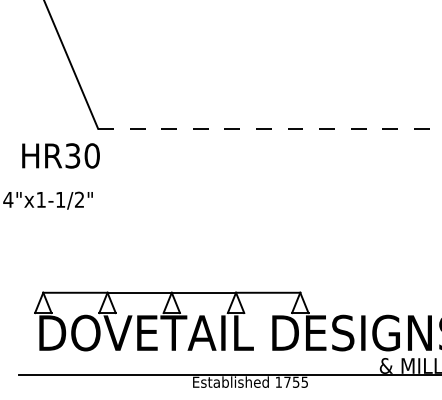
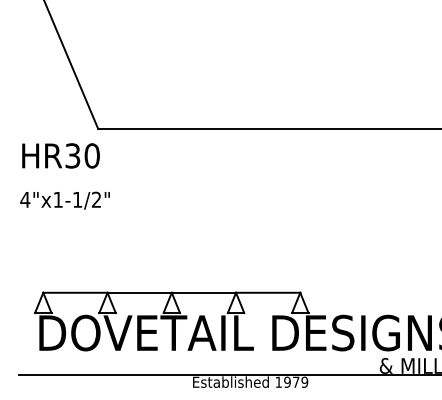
line at (270, 128): dashed -> solid
text at (47, 200) position: (47, 200) -> (64, 200)
text at (296, 381): 1755 -> 1979
